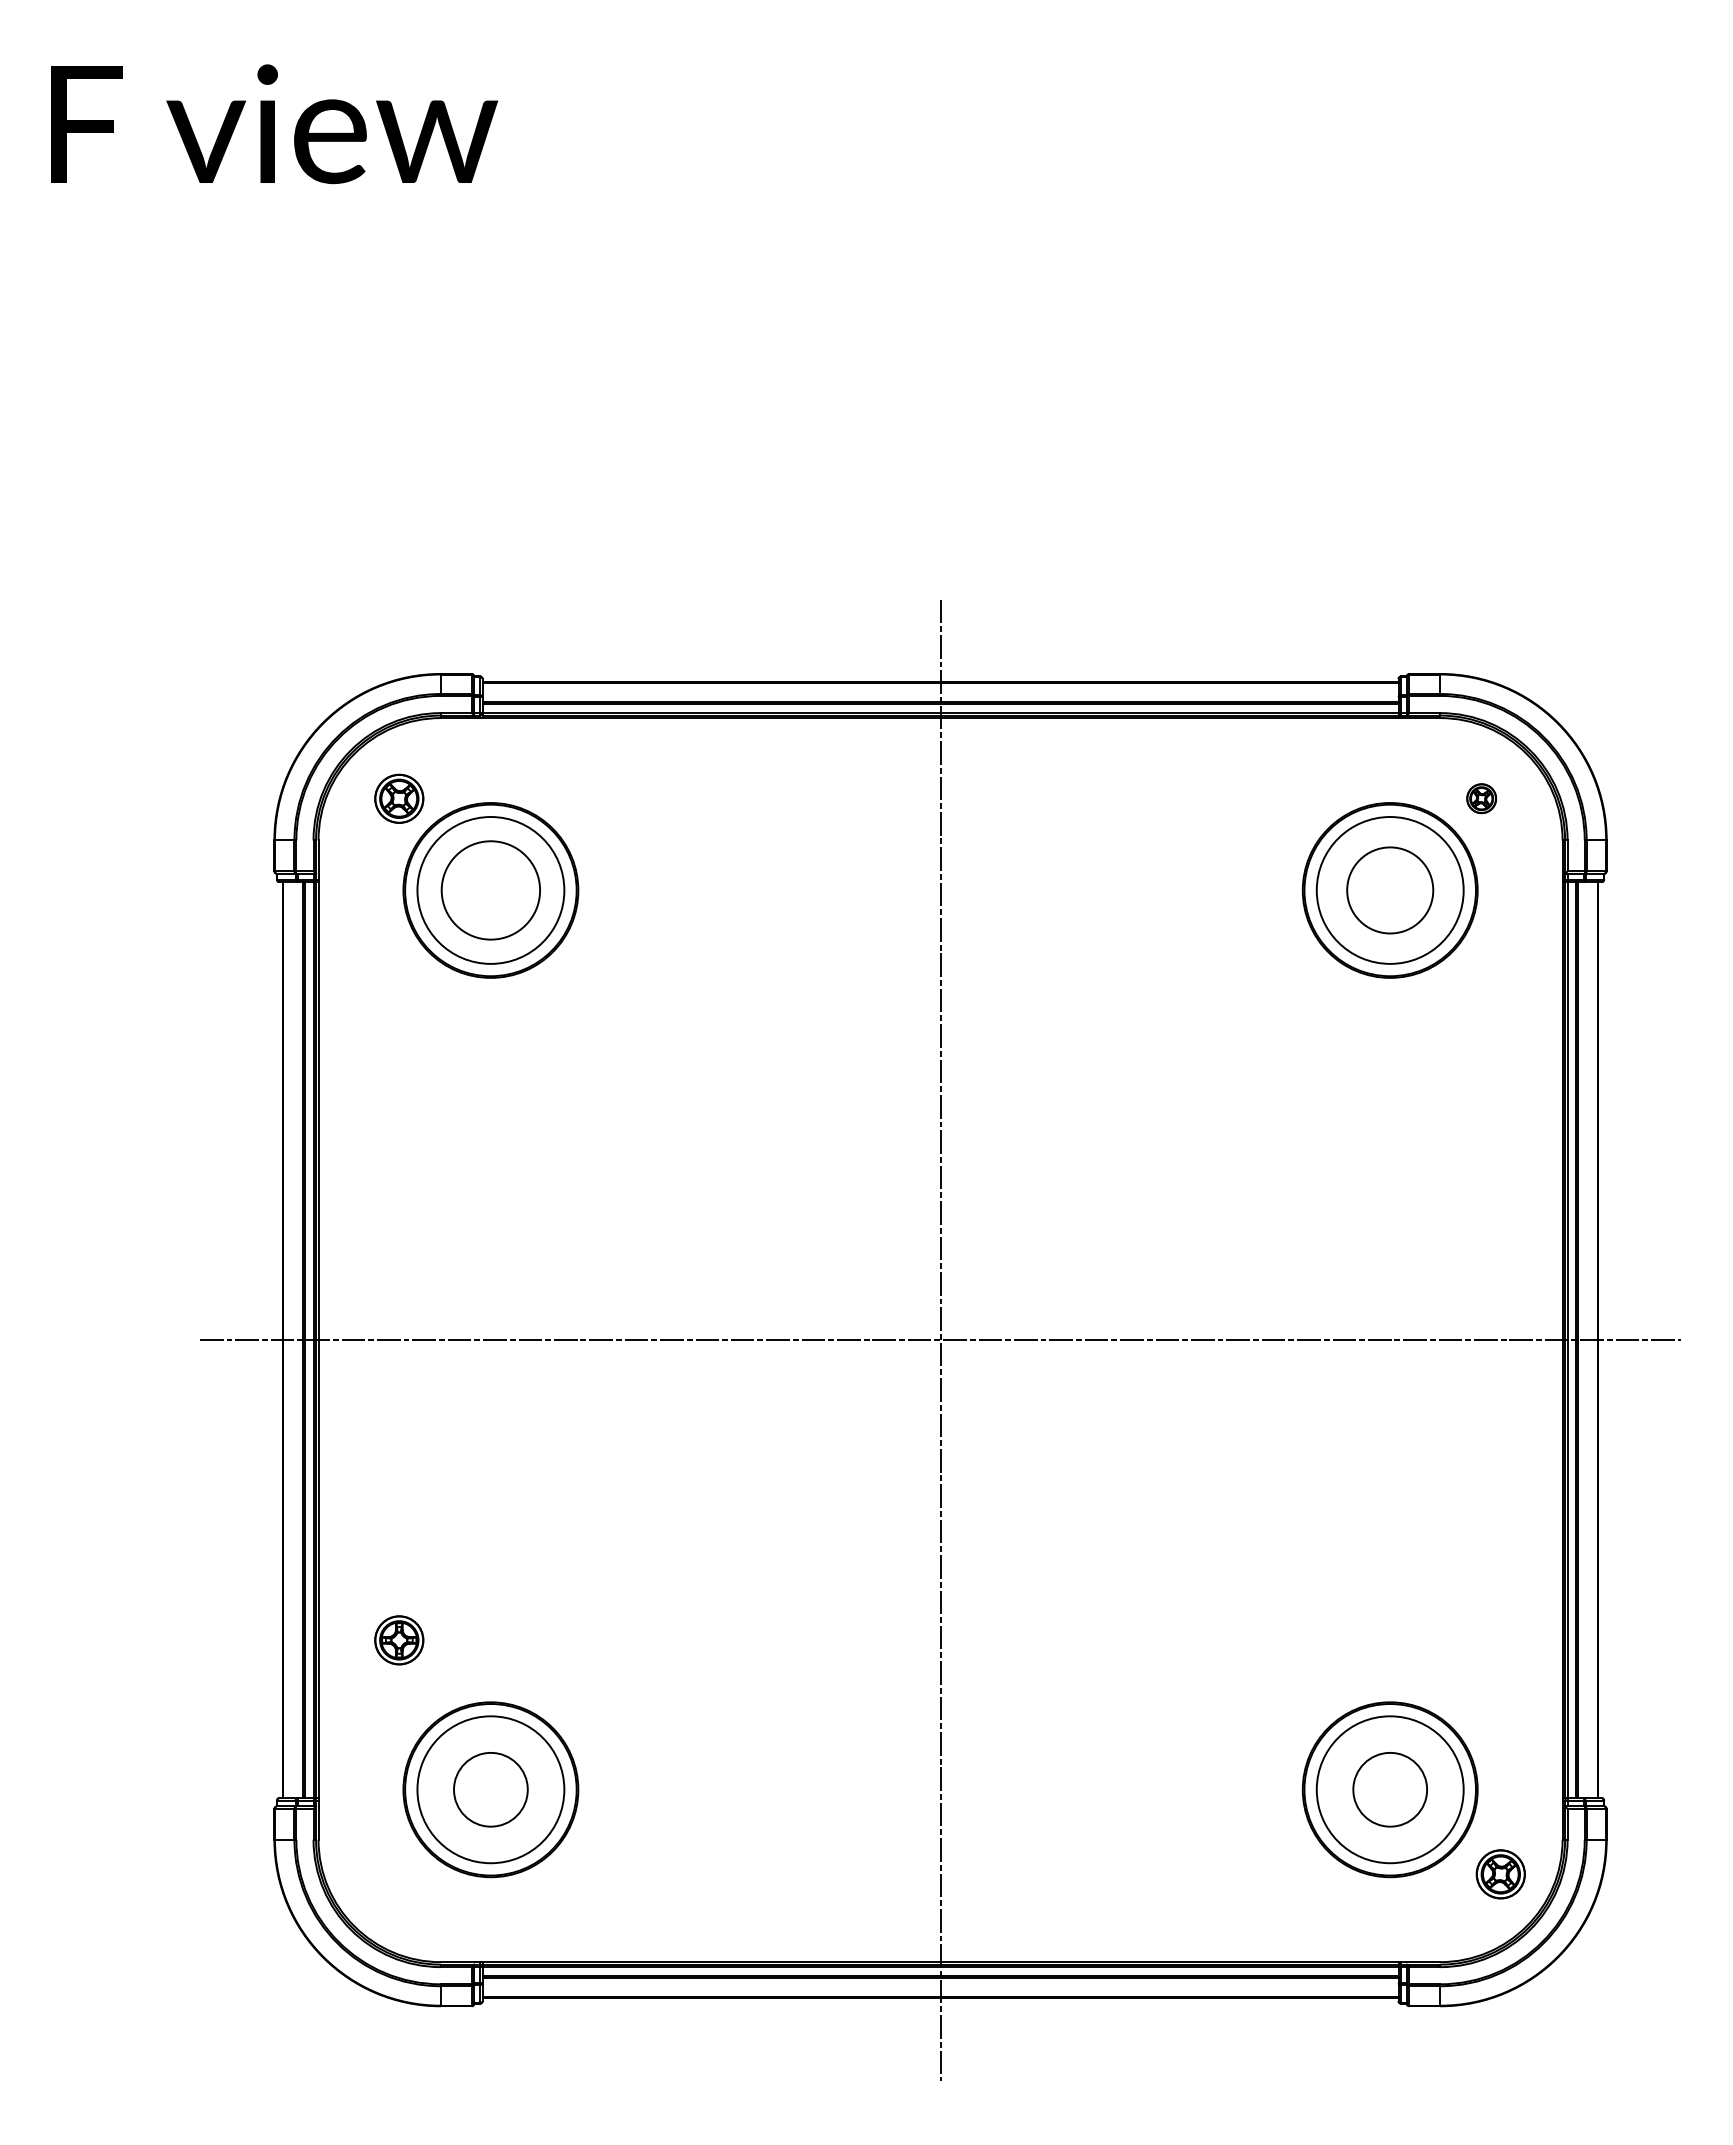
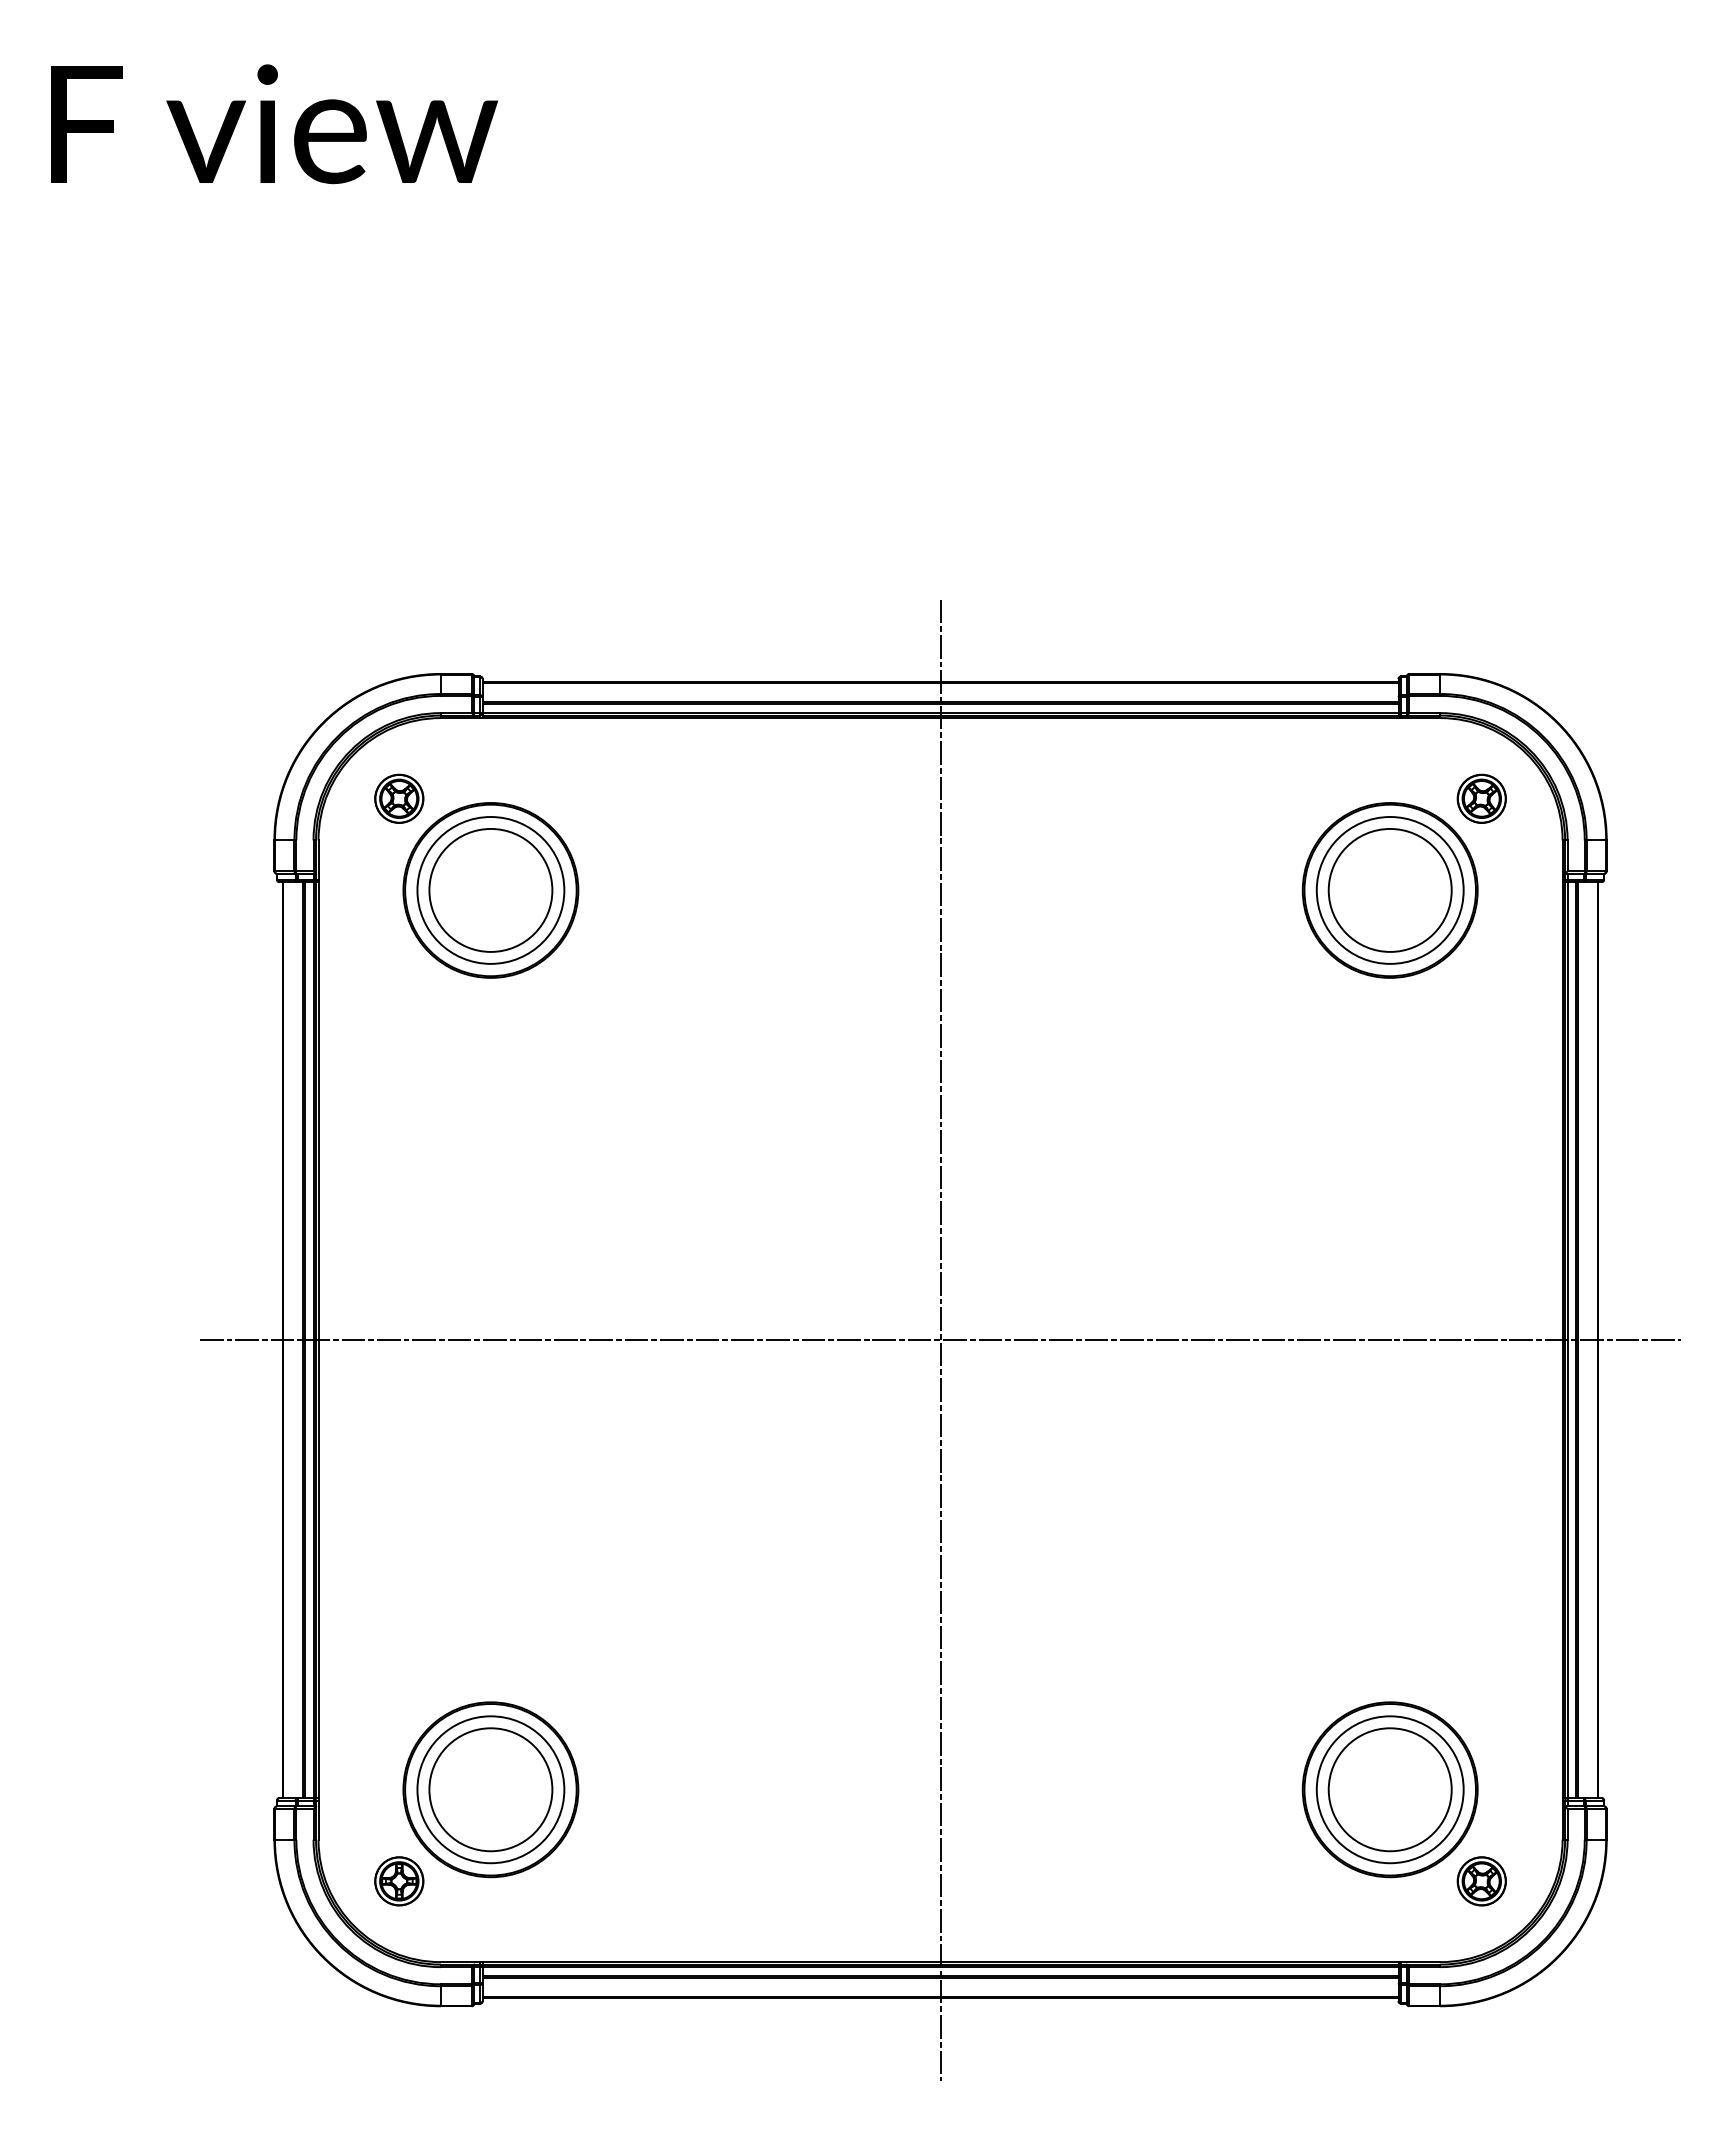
part at (1481, 798) size: 32x32 px -> 51x51 px
circle at (490, 890) diameter: 98 px -> 123 px
circle at (1390, 890) diameter: 86 px -> 123 px
part at (399, 1640) position: (399, 1640) -> (399, 1881)
circle at (490, 1789) diameter: 74 px -> 123 px
circle at (1390, 1789) diameter: 74 px -> 123 px
part at (1500, 1874) position: (1500, 1874) -> (1481, 1881)
